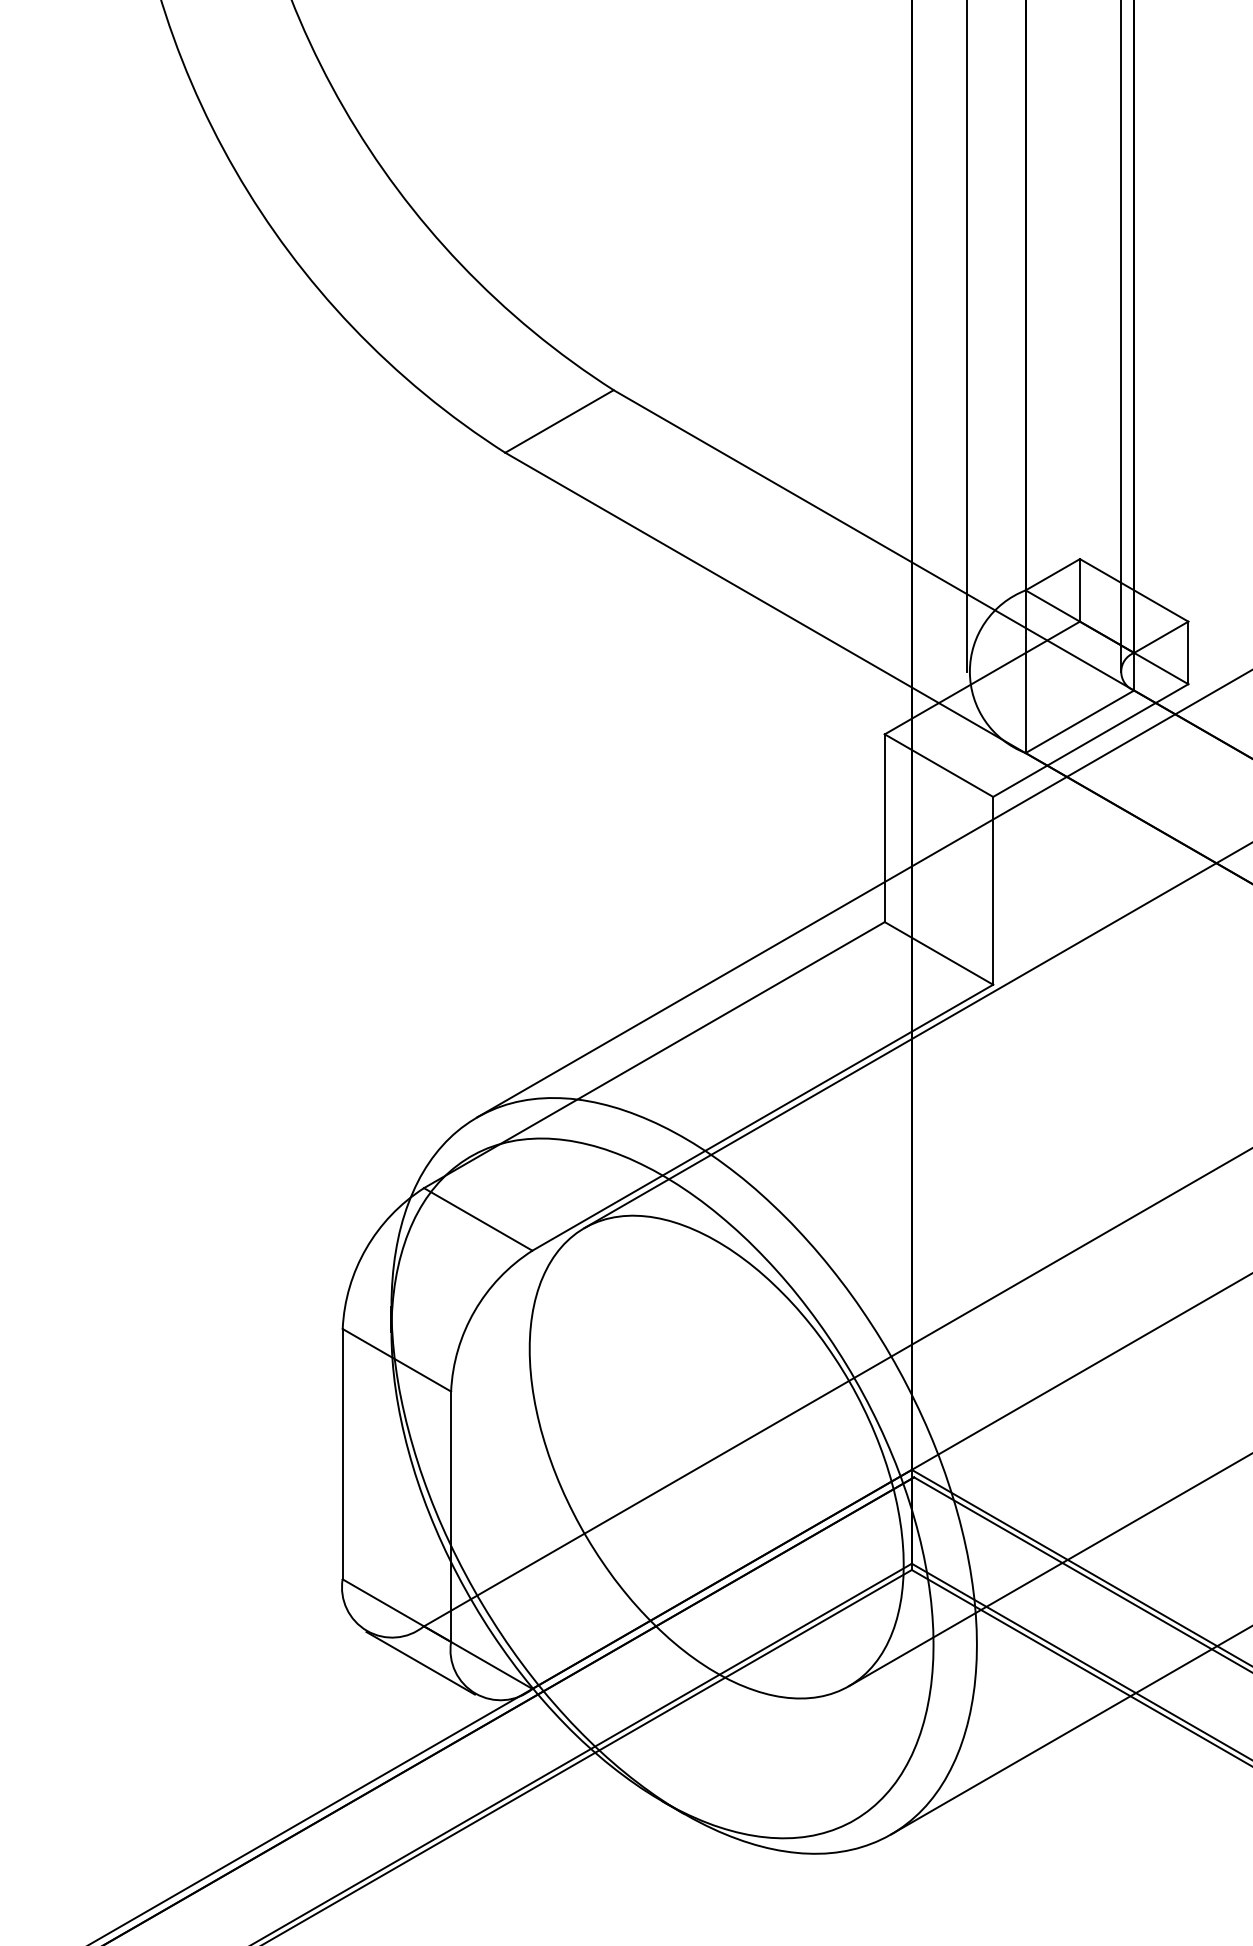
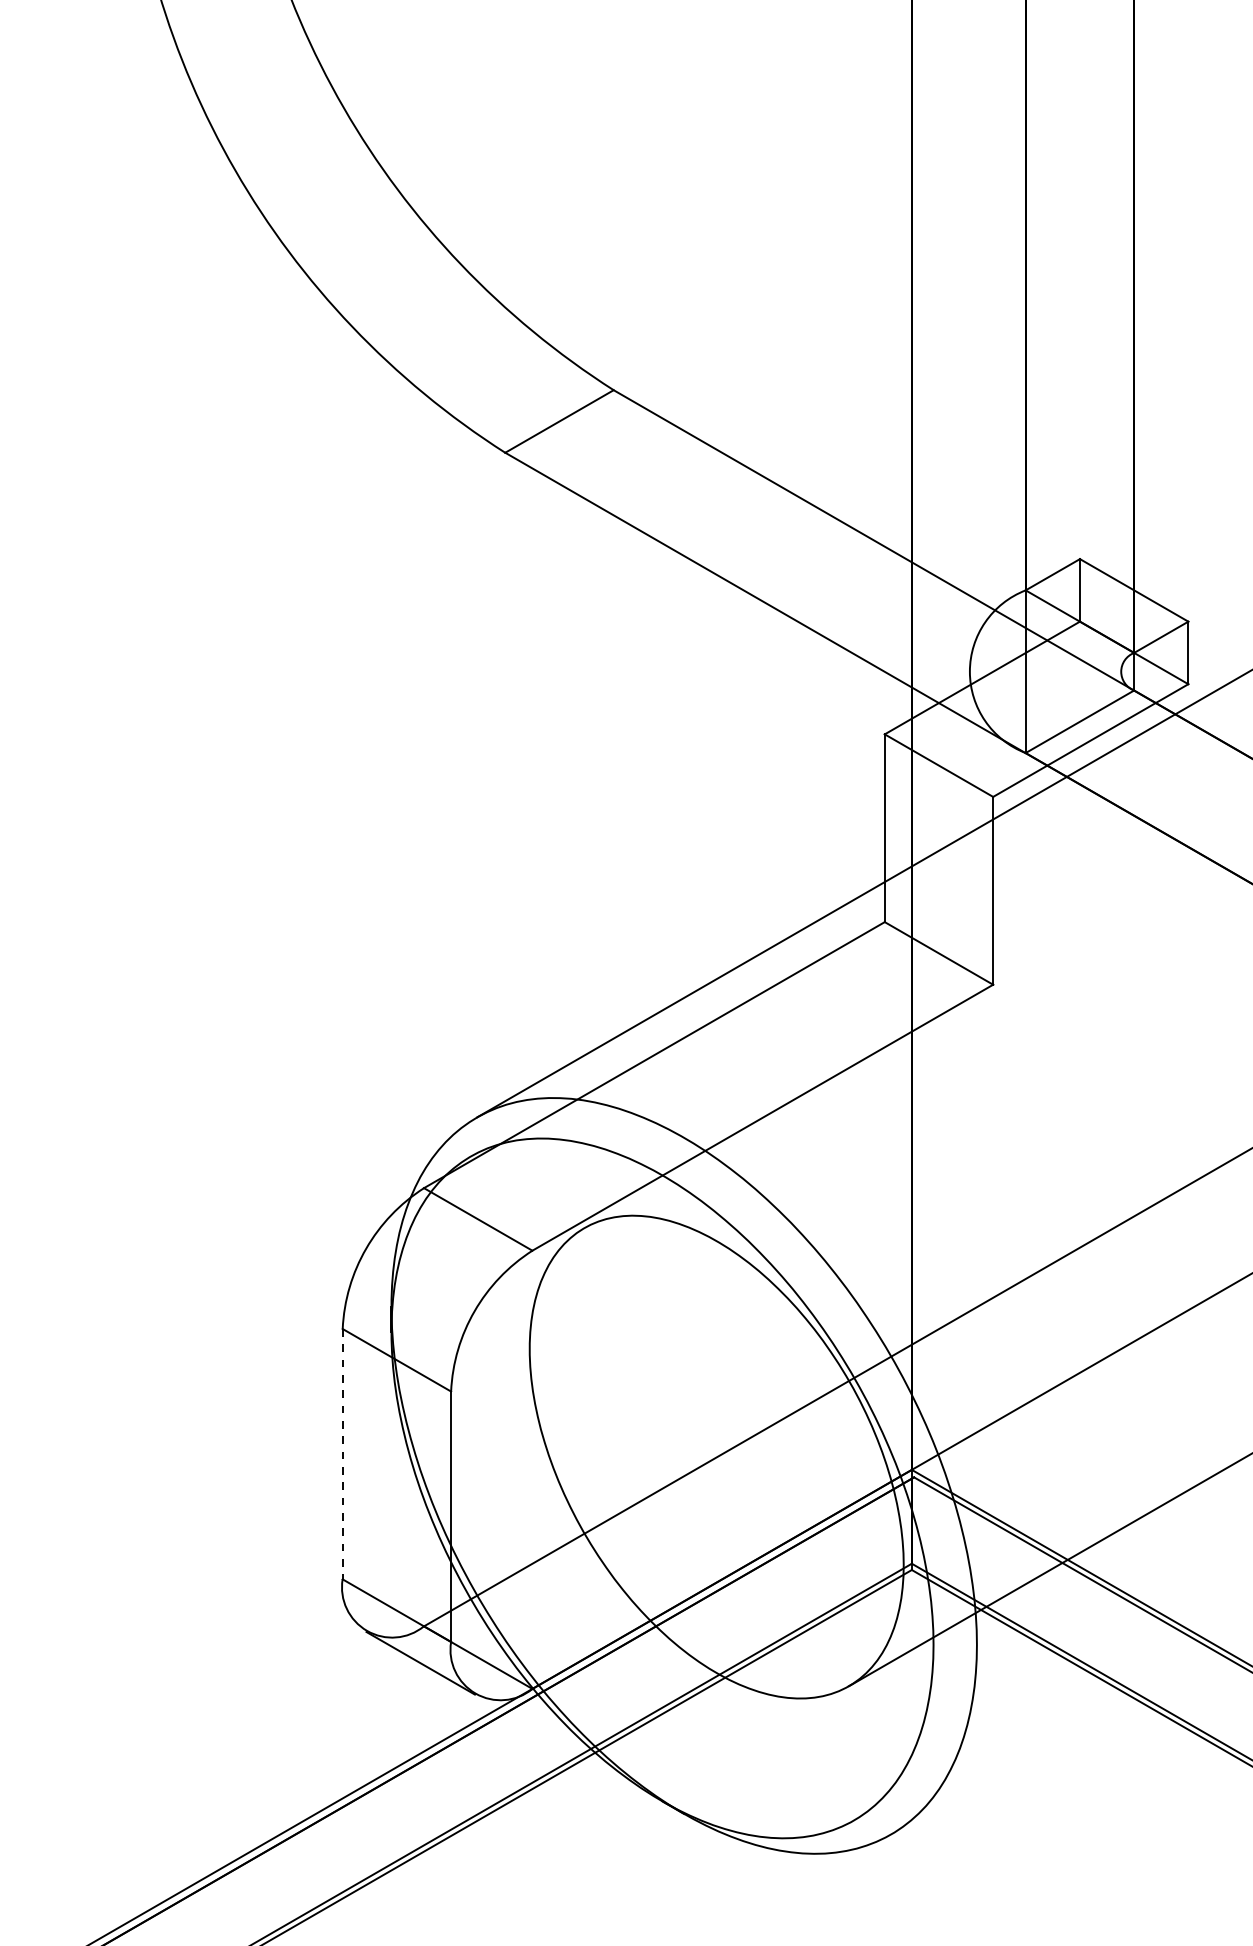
line at (967, 336): present -> none
line at (1120, 336): present -> none
line at (916, 1035): present -> none
line at (342, 1454): solid -> dashed
line at (1070, 1730): present -> none
